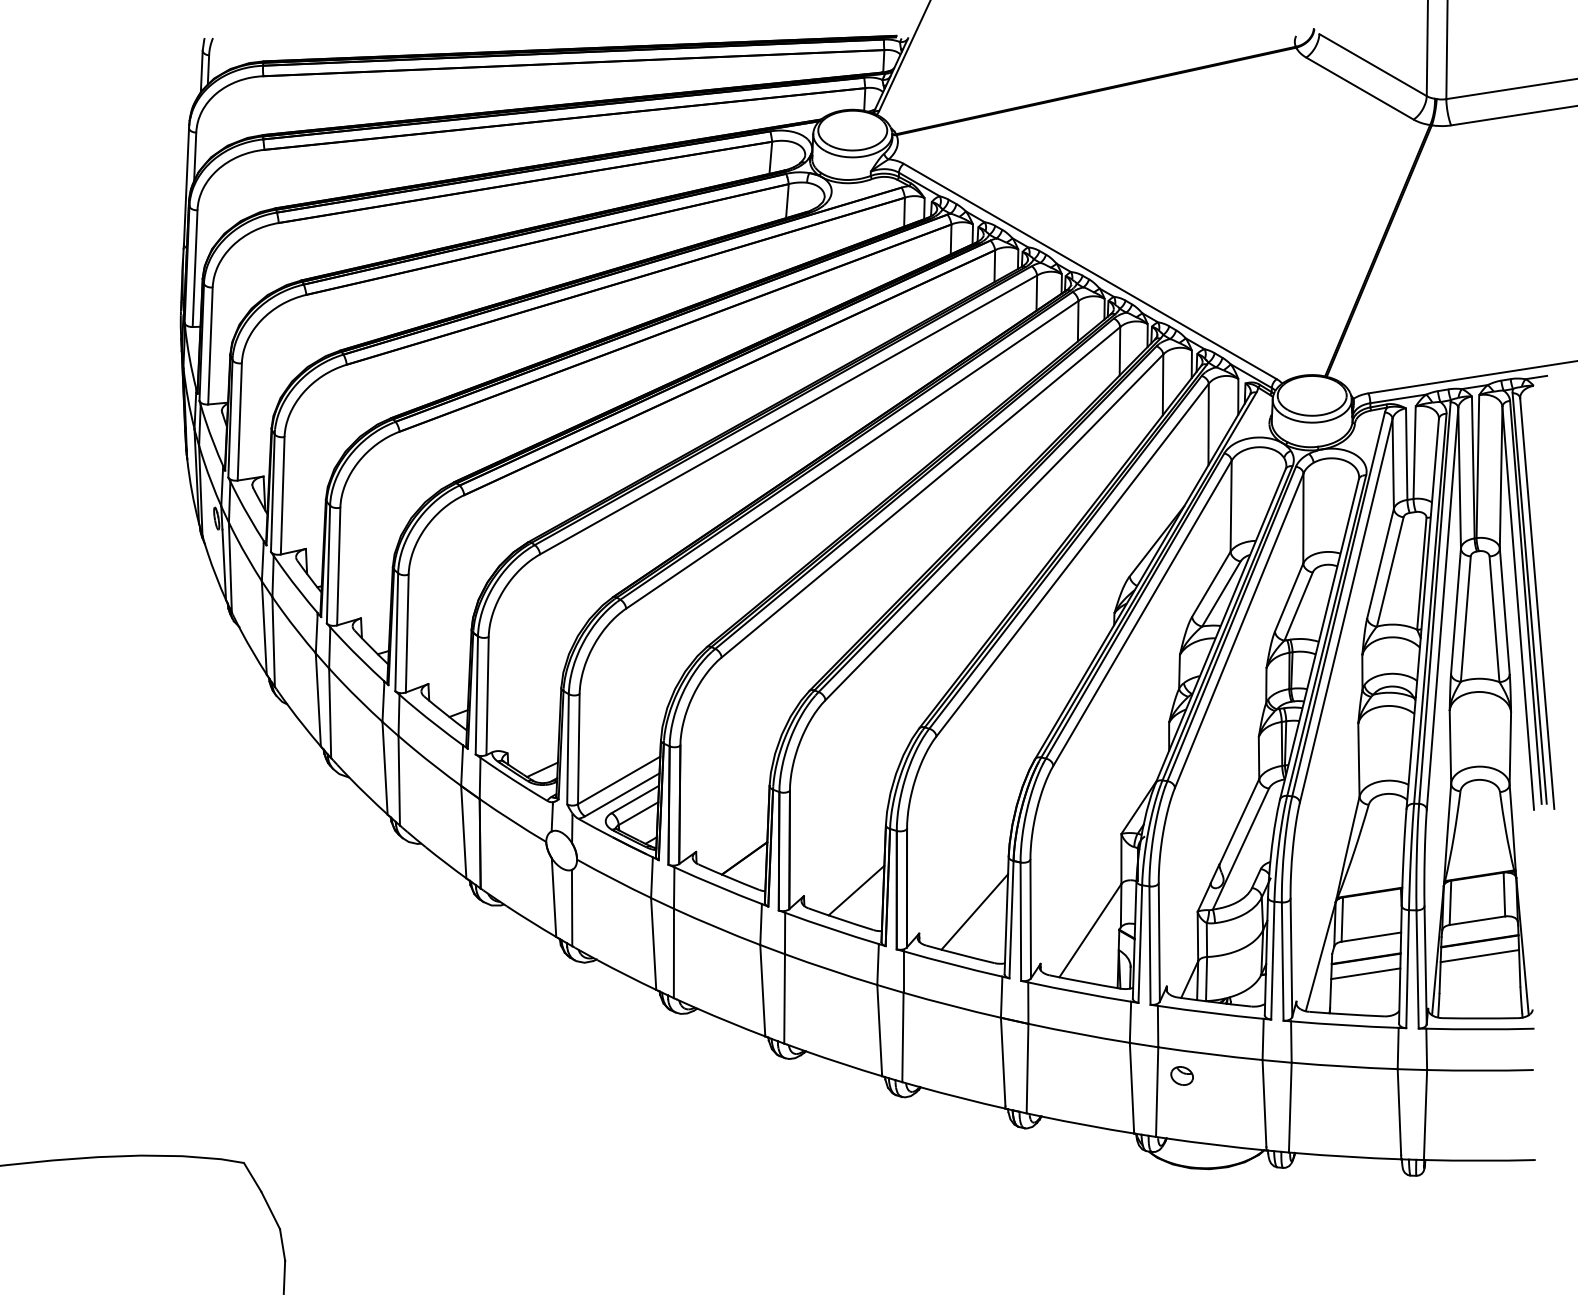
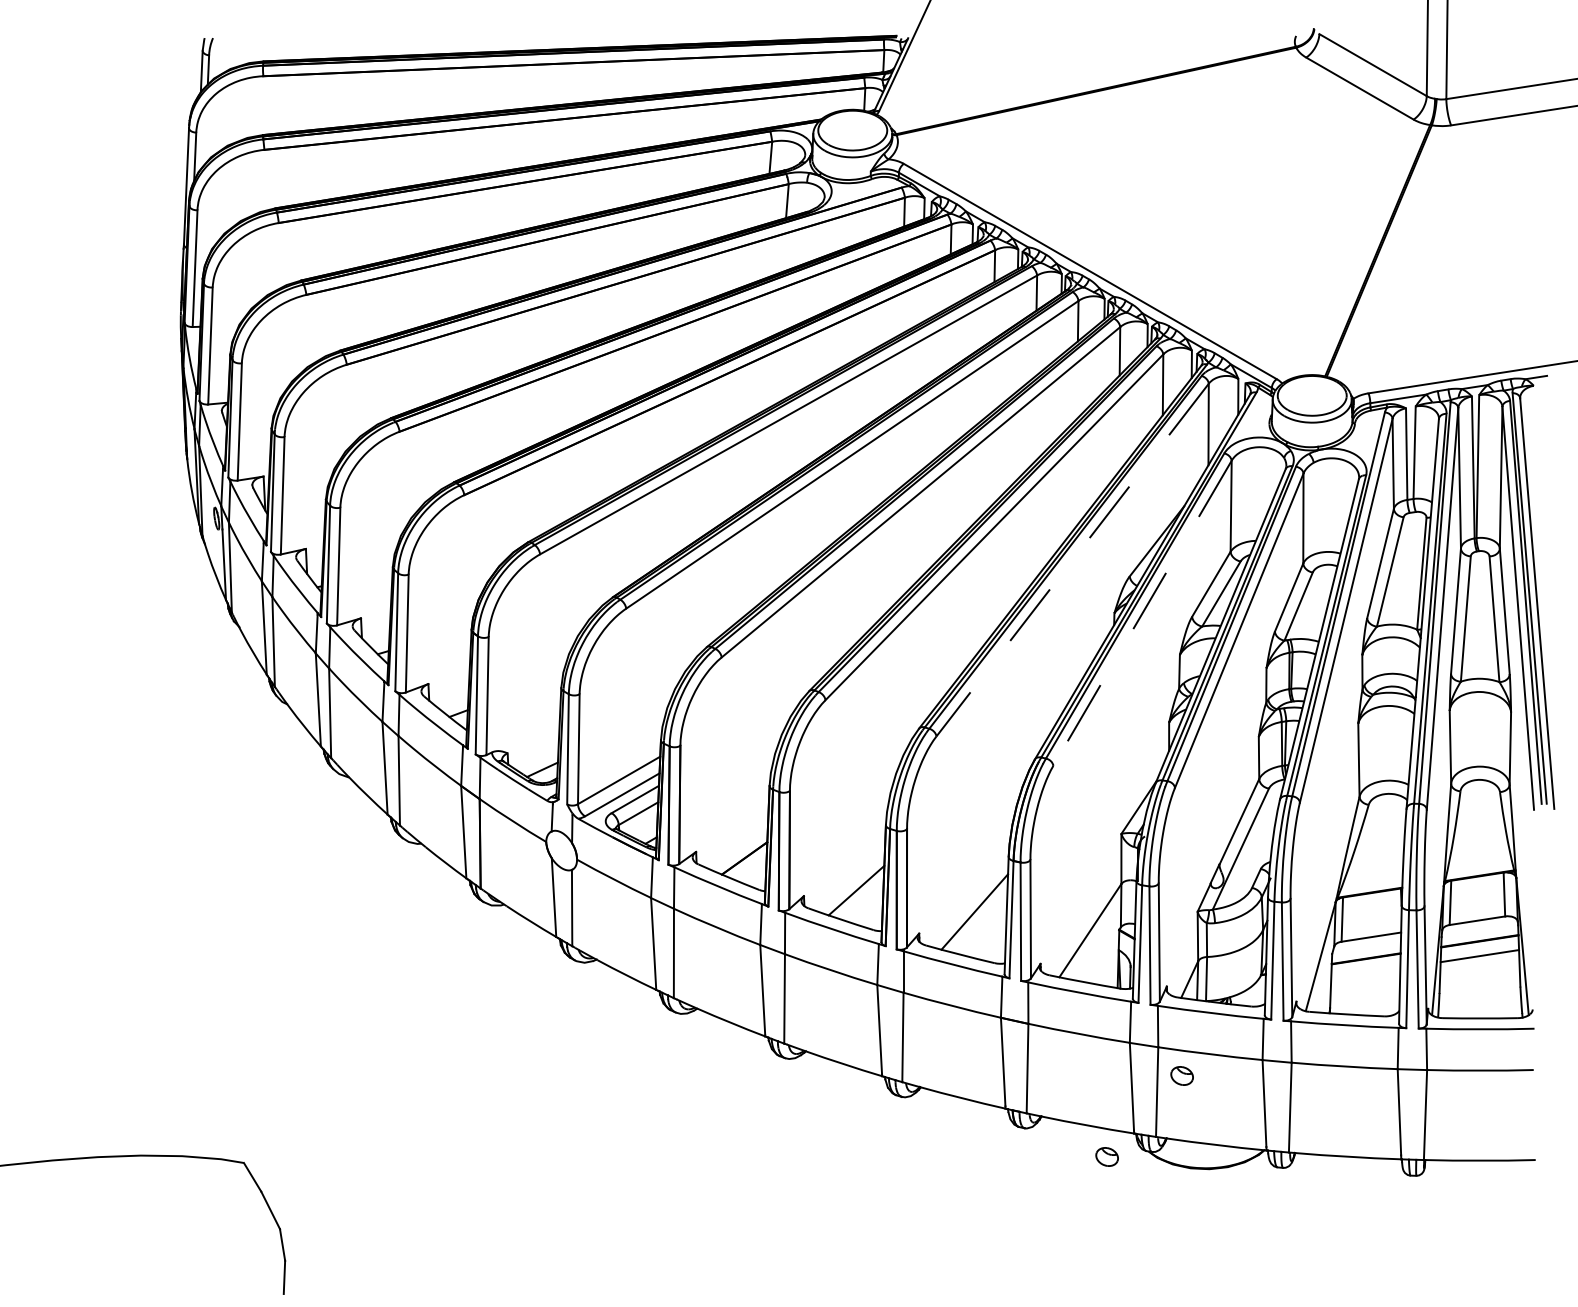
line at (1072, 560): solid -> dashed
line at (1142, 613): solid -> dashed
line at (1365, 973): present -> none
part at (1106, 1156): none -> present
